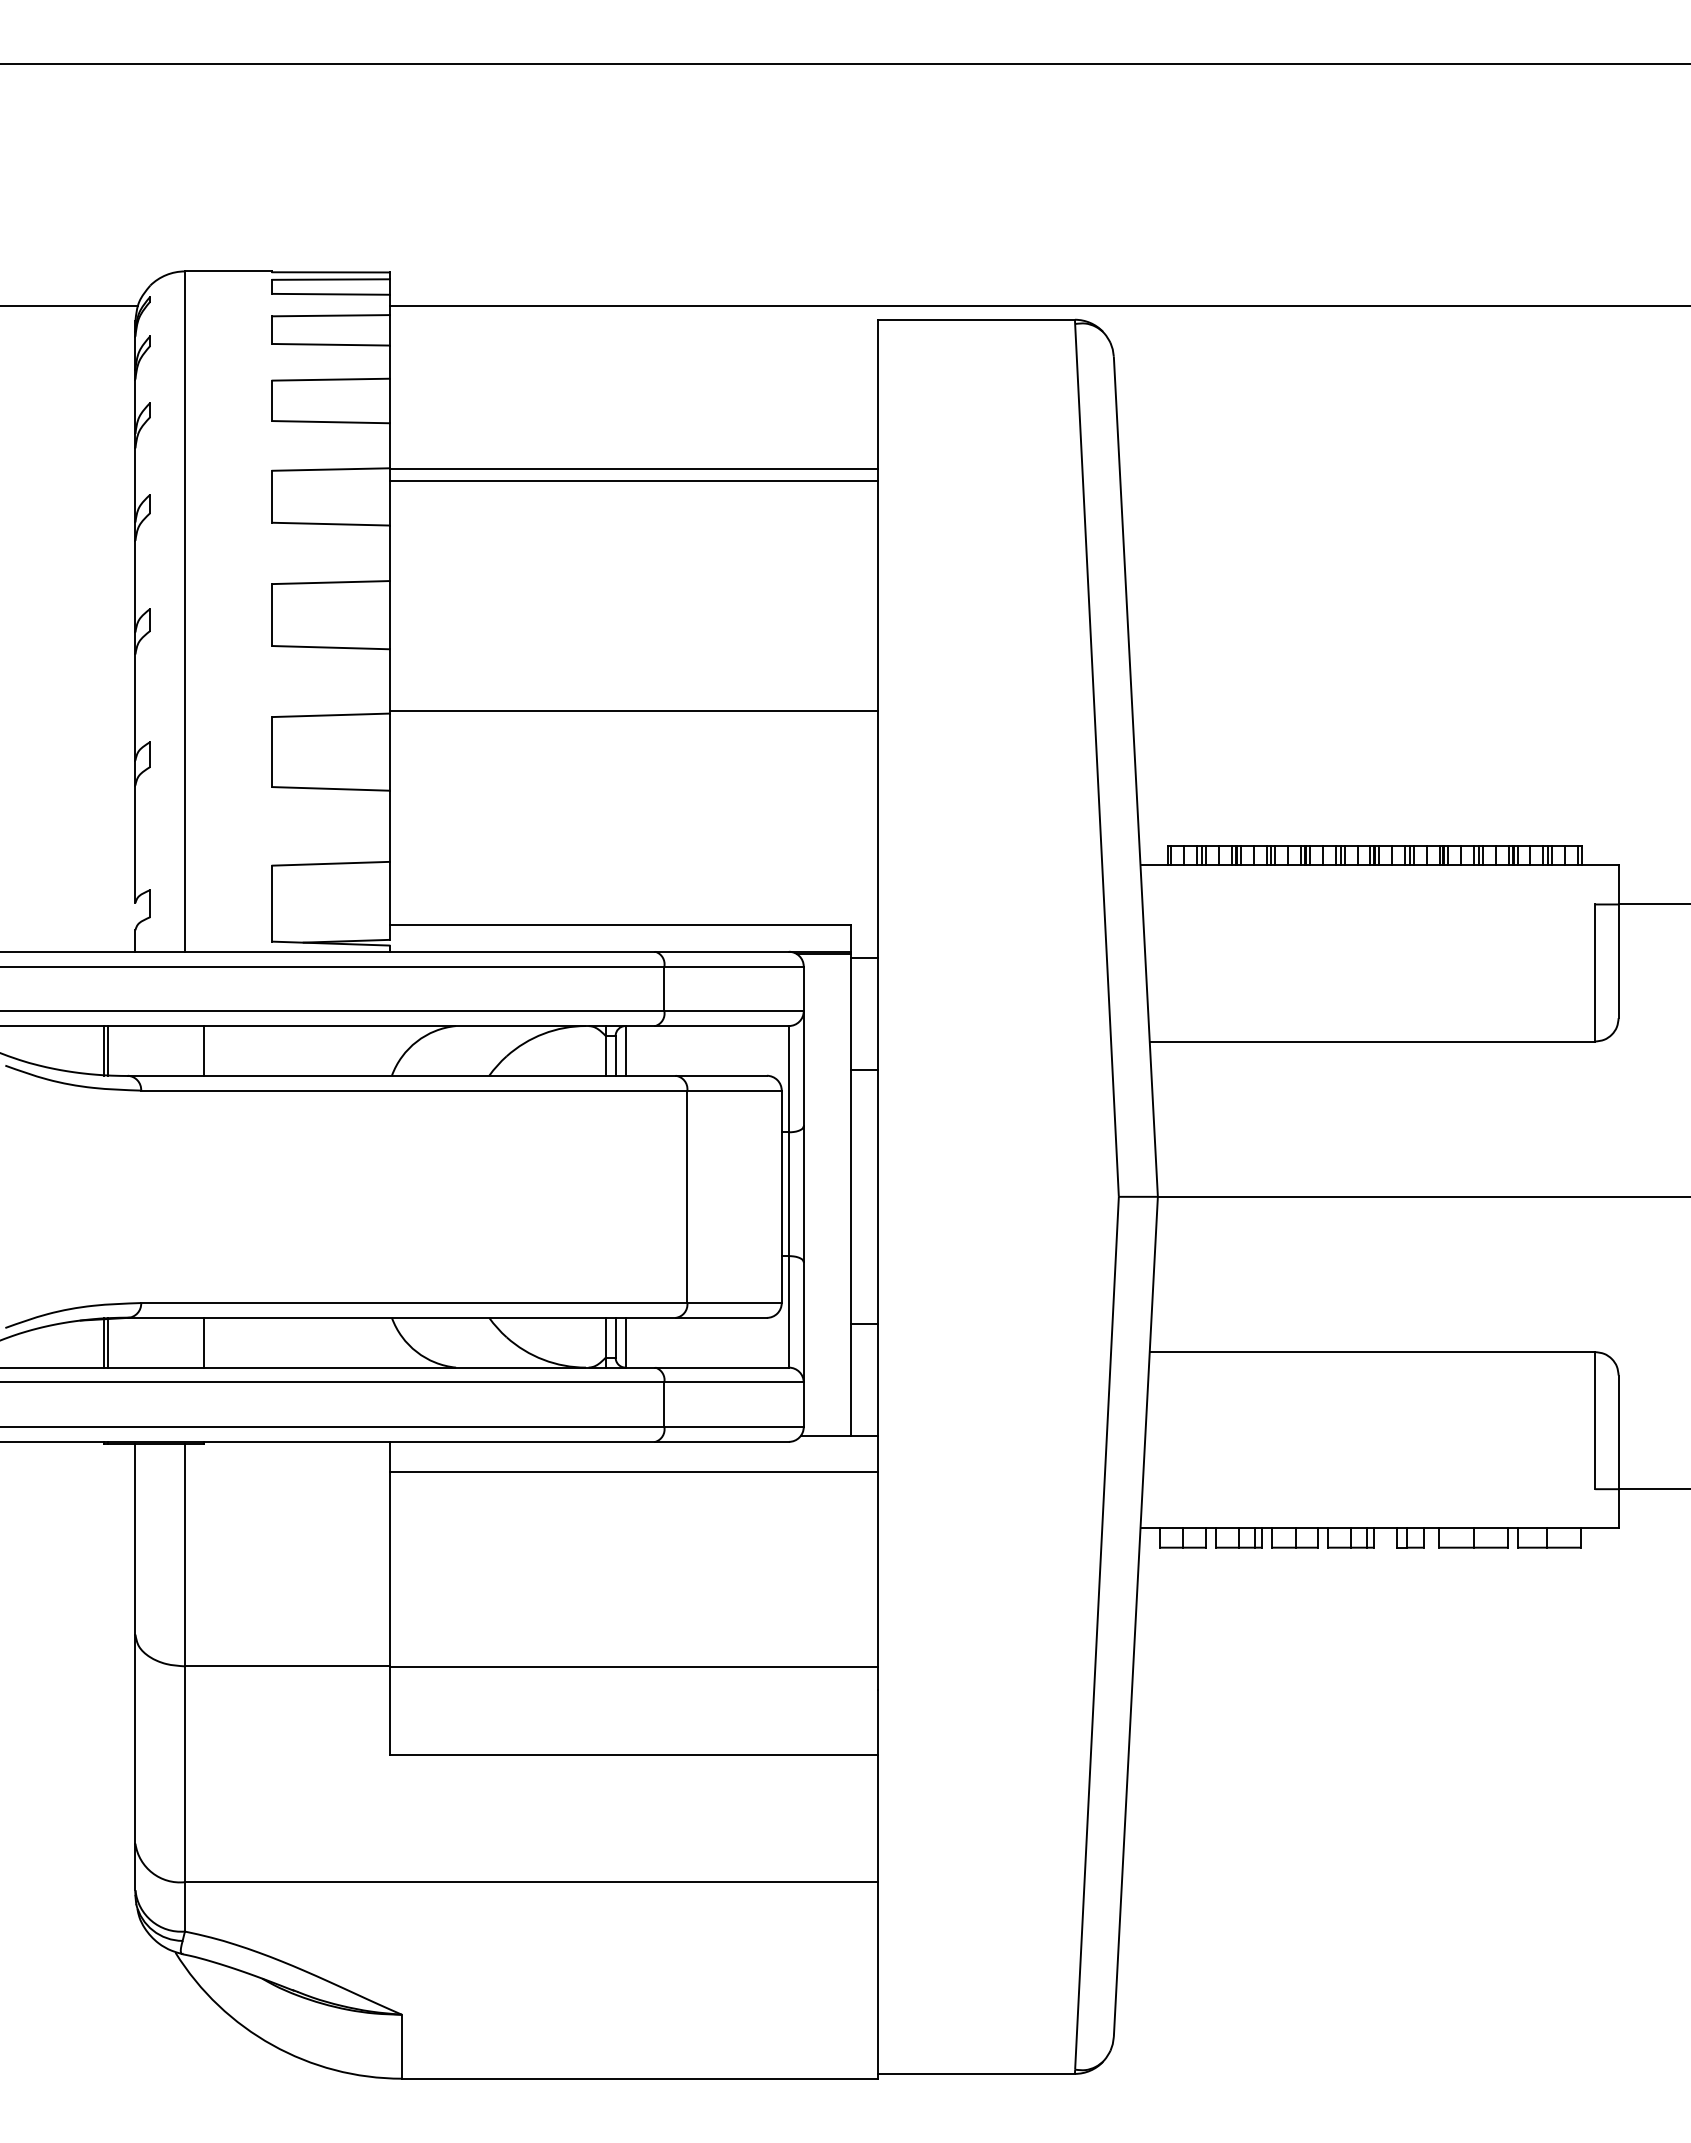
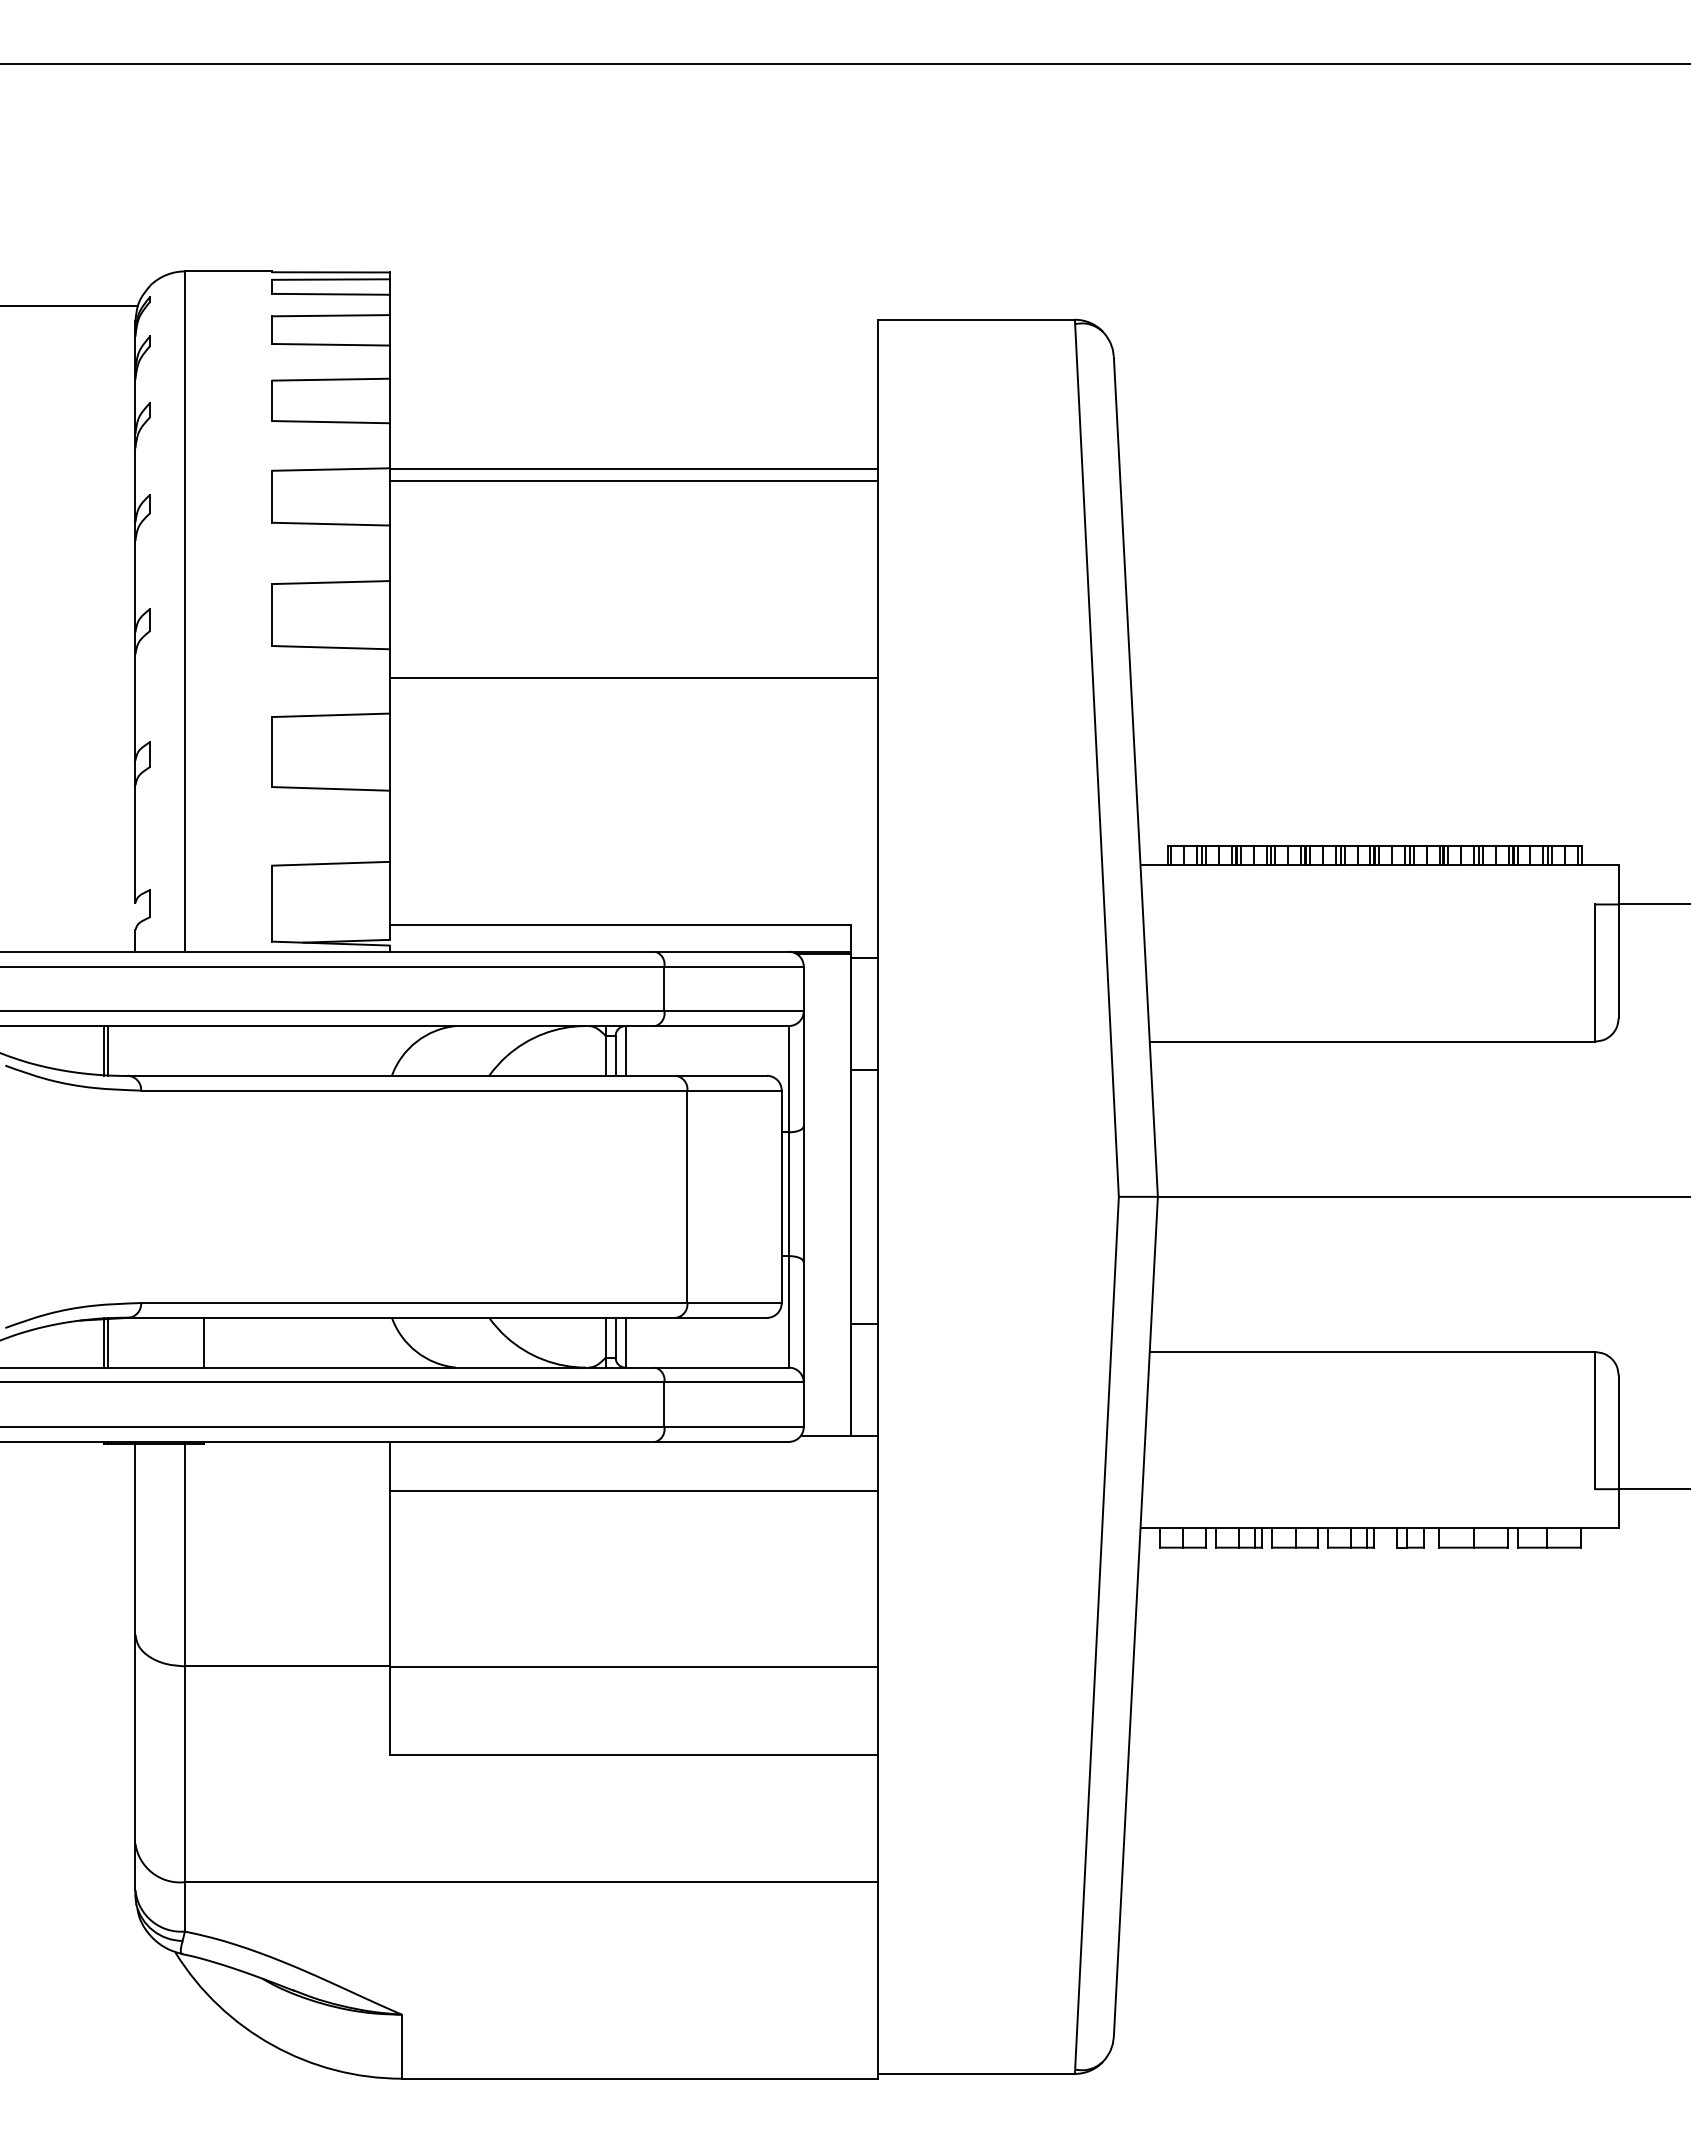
line at (1038, 306): present -> none
line at (634, 711) position: (634, 711) -> (634, 678)
line at (204, 1050): present -> none
line at (634, 1471) position: (634, 1471) -> (634, 1490)
